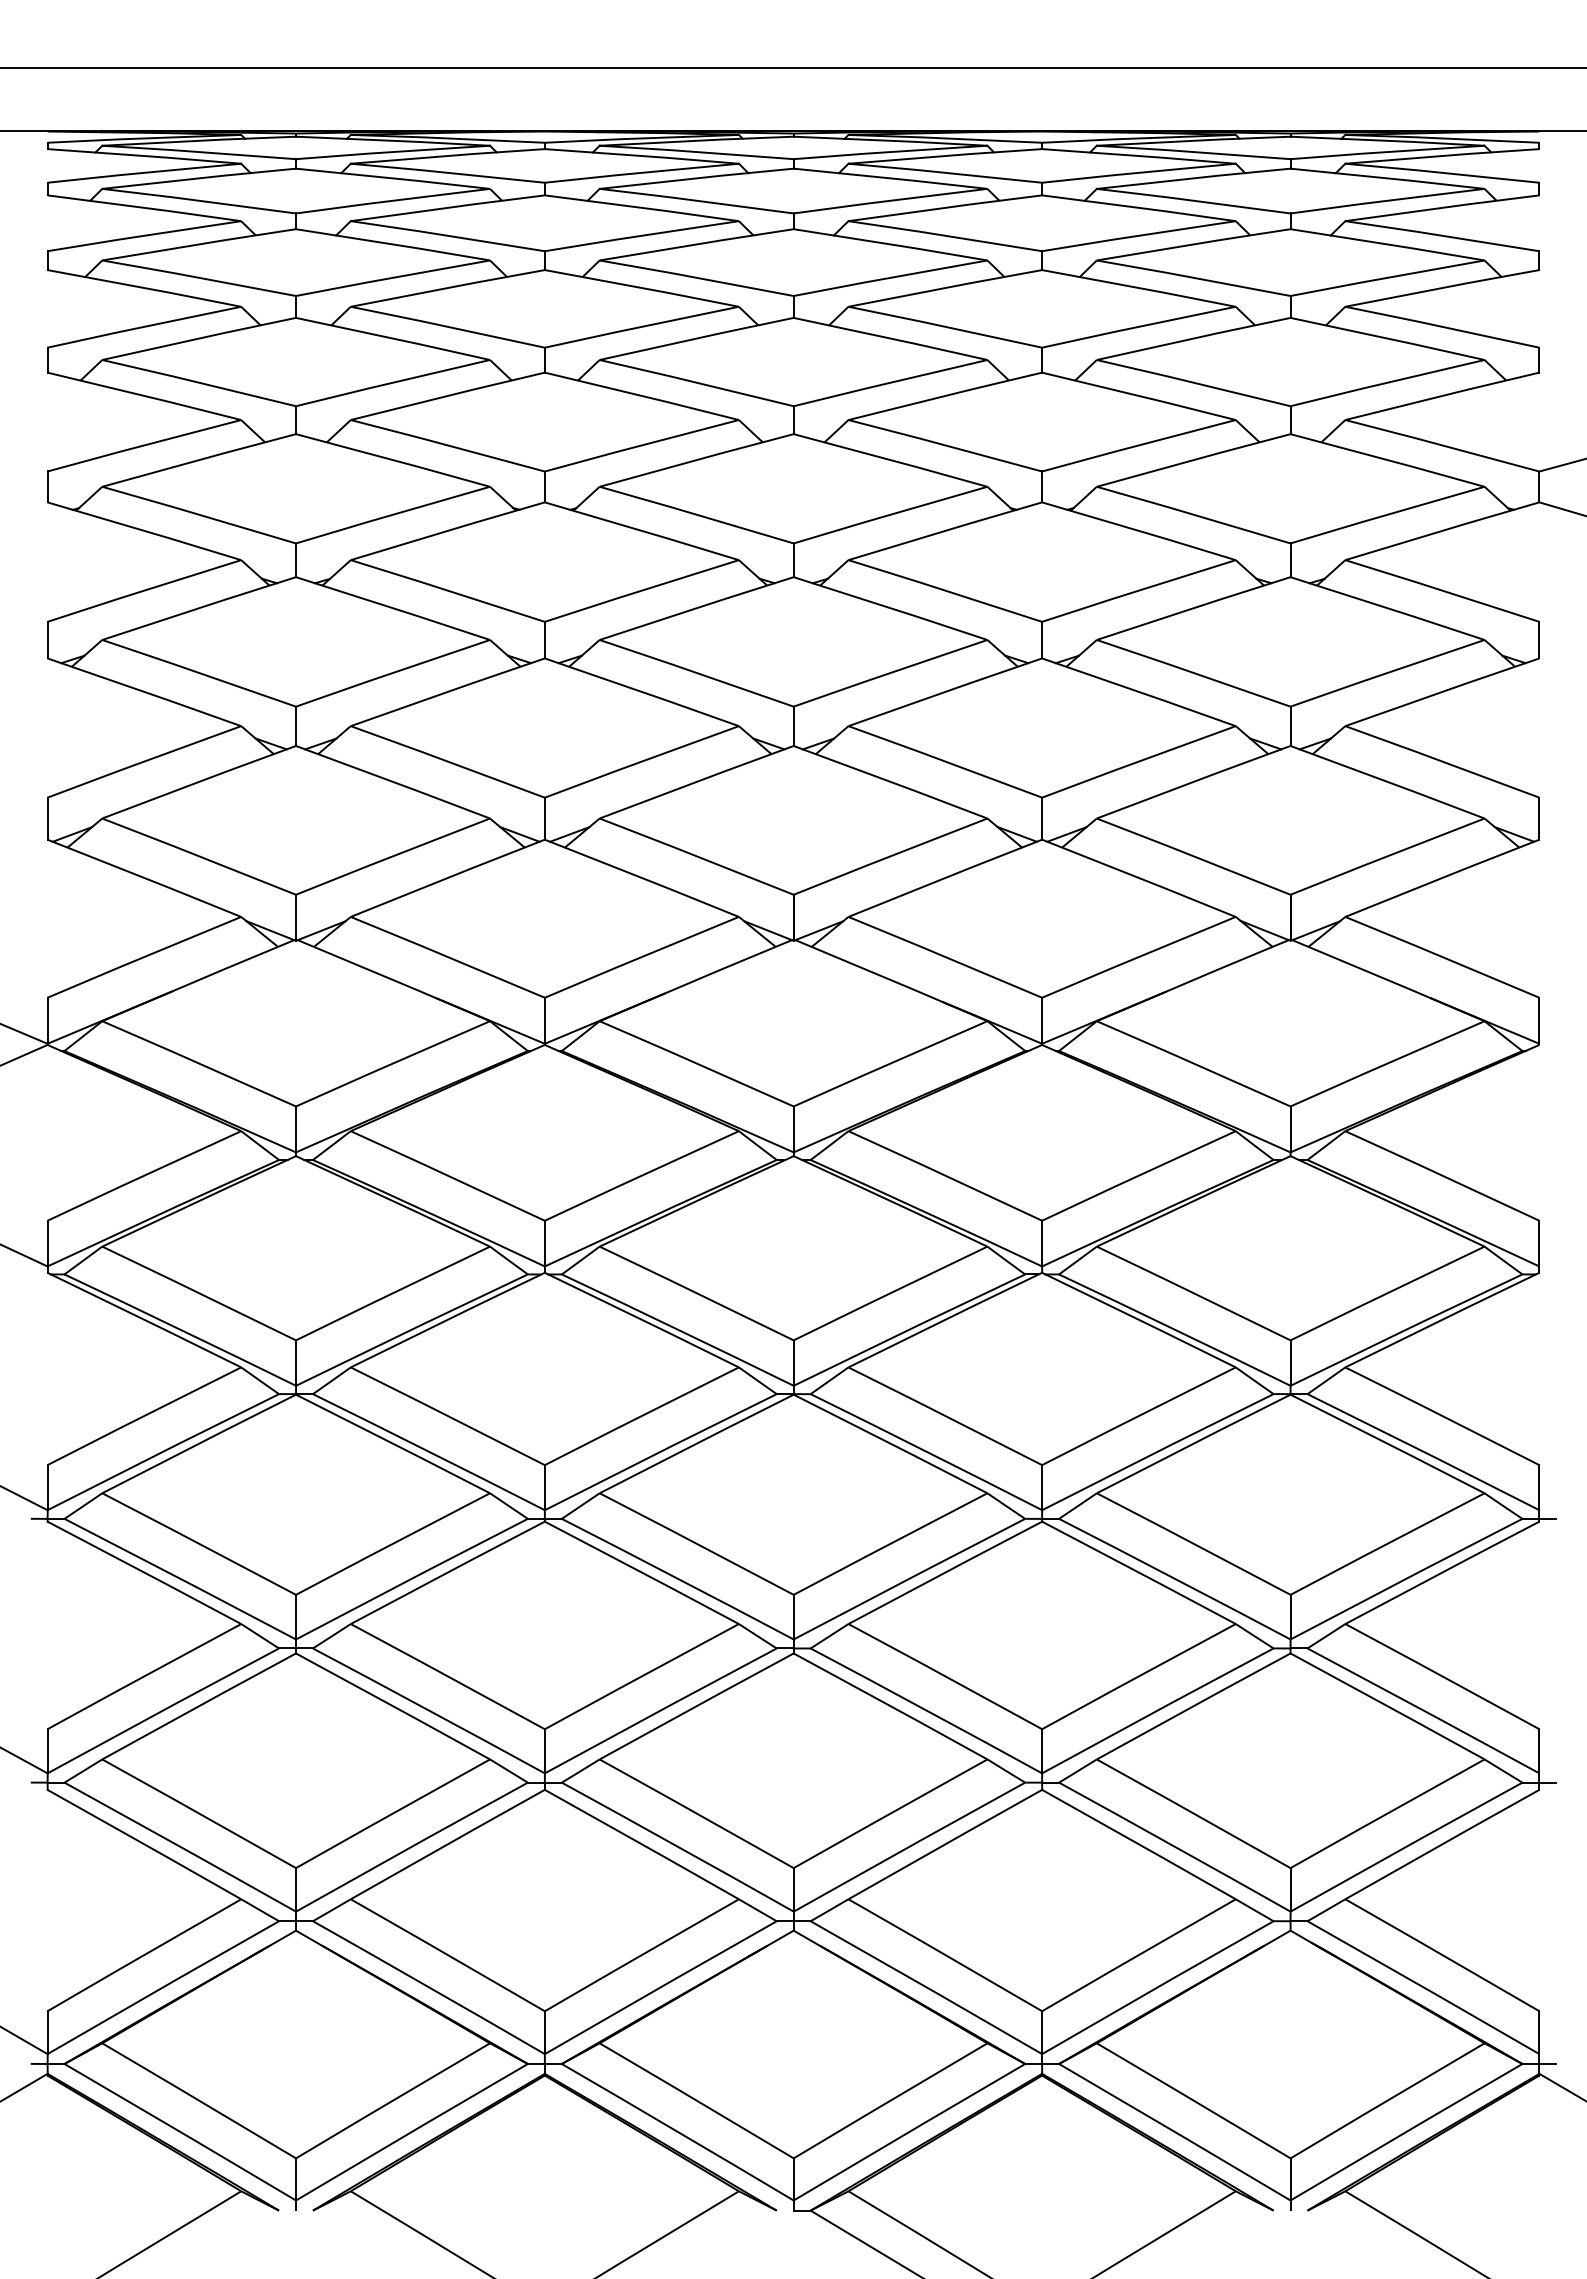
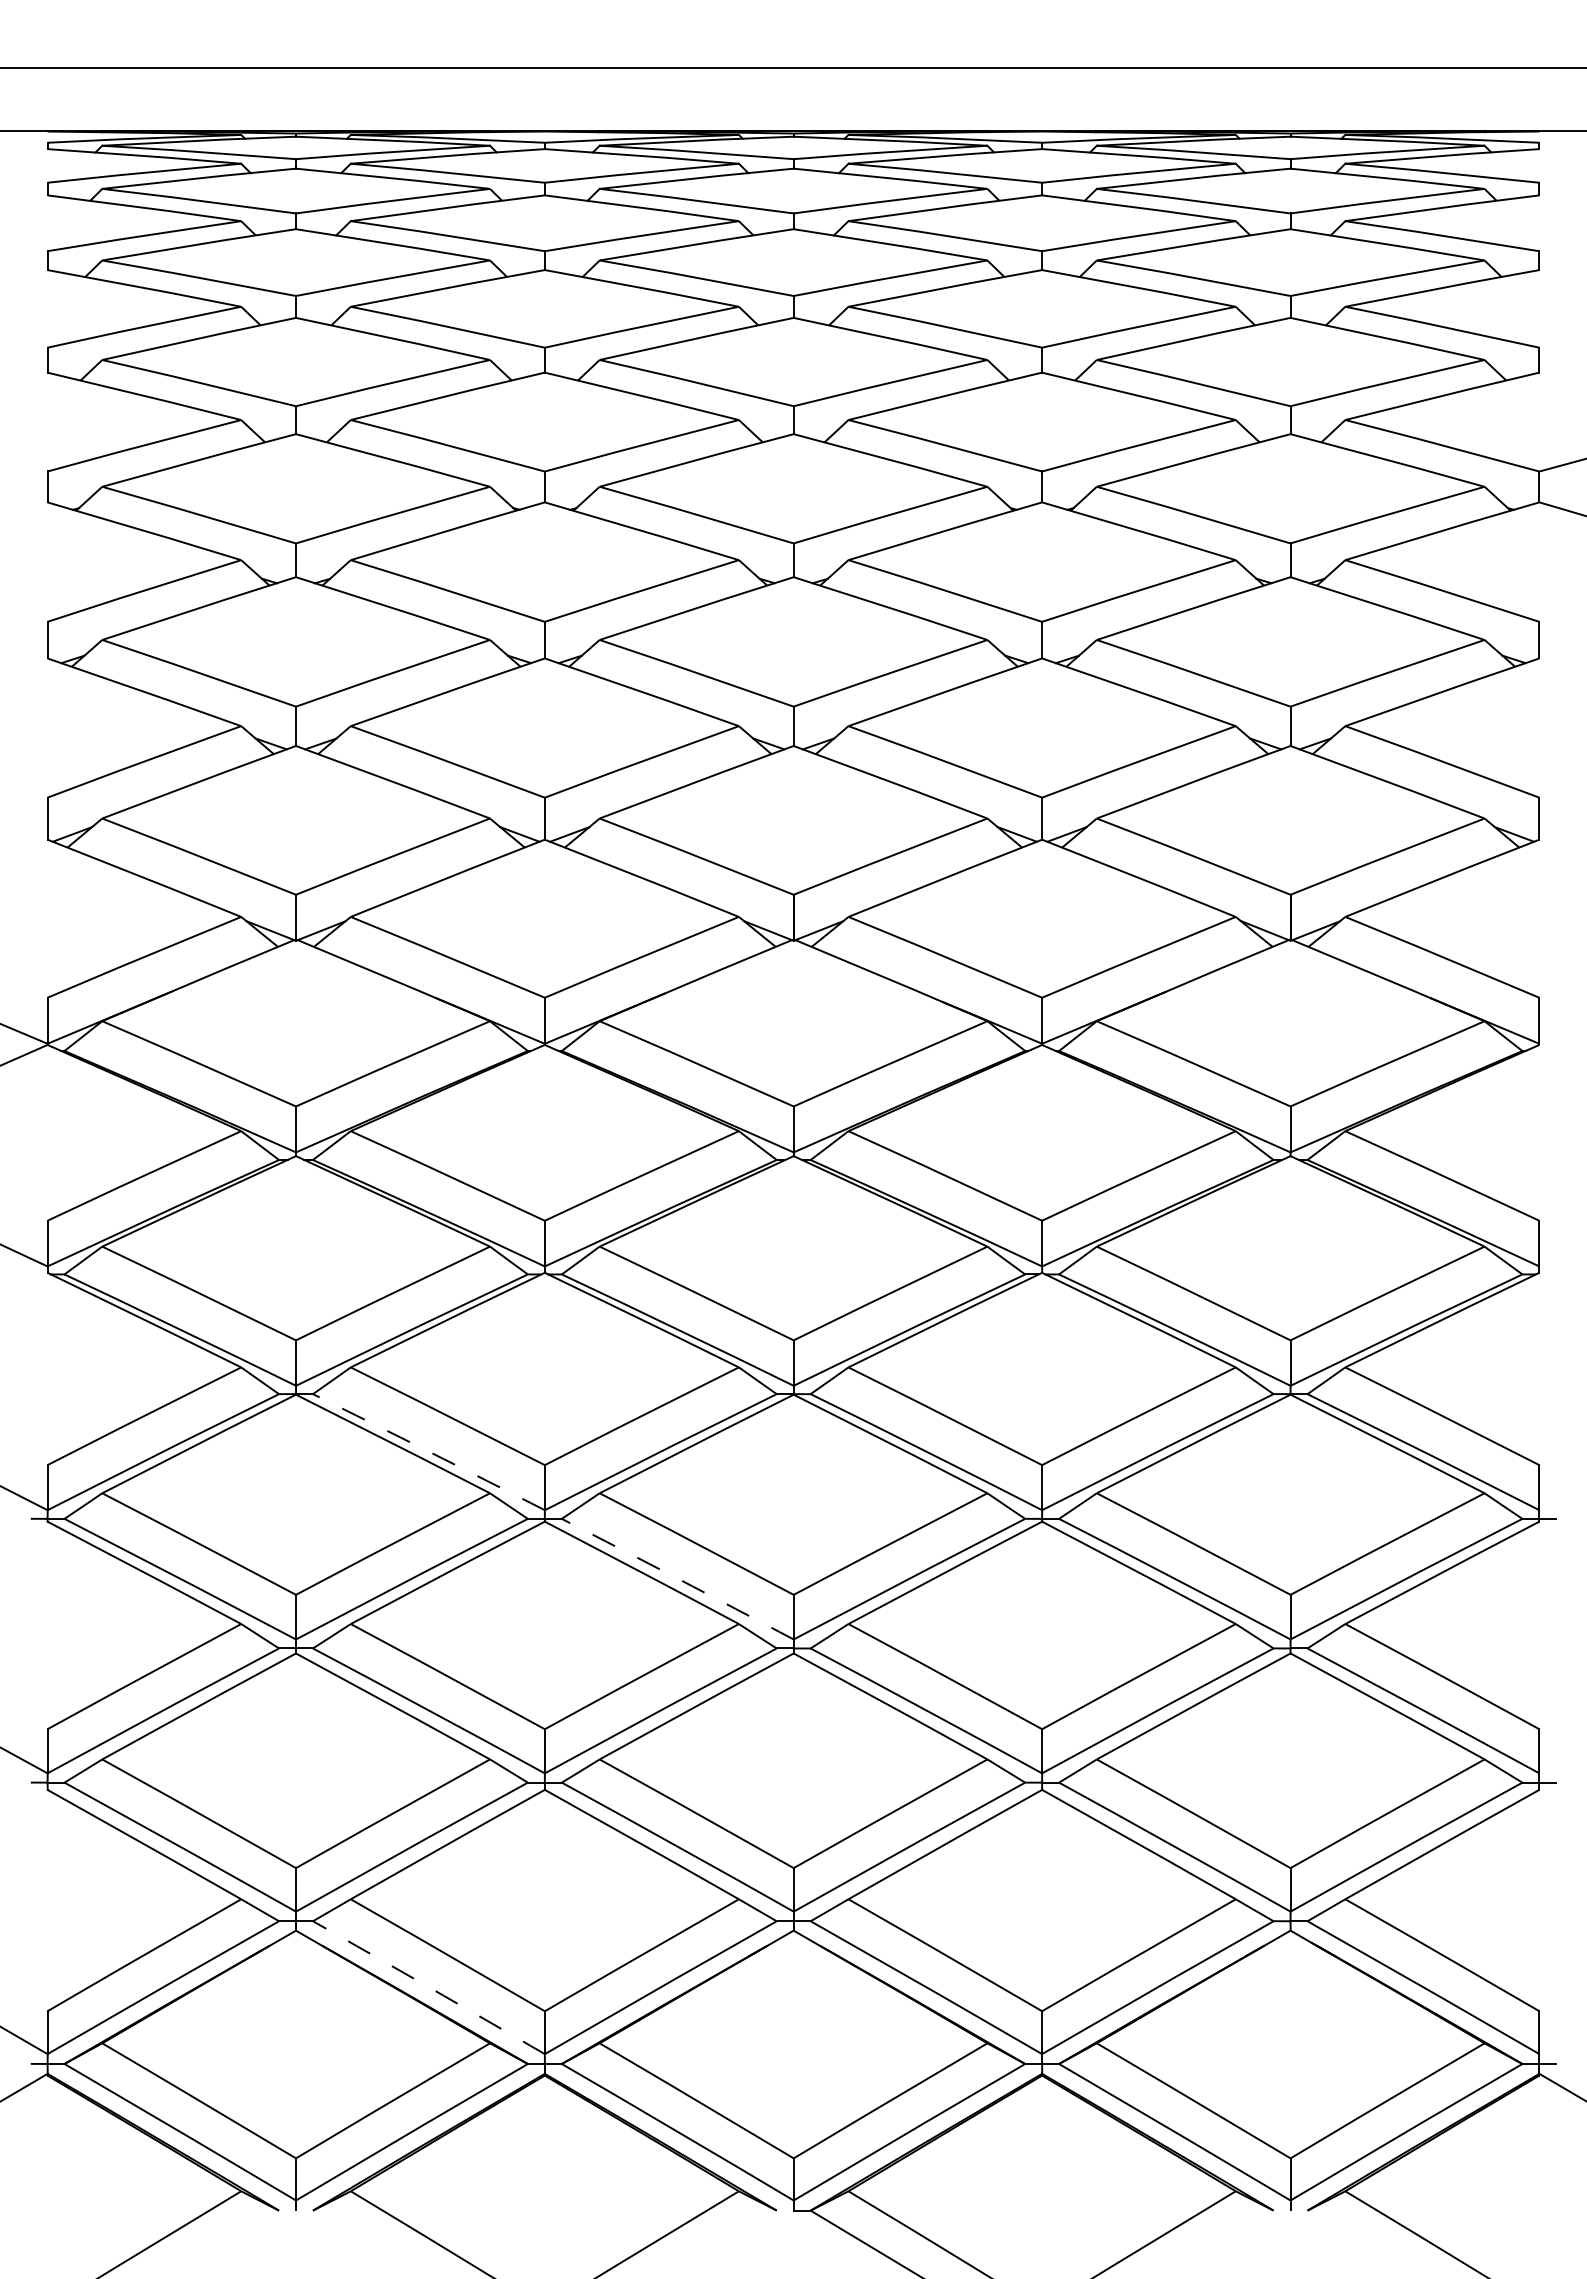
arc at (429, 1451): solid -> dashed
arc at (677, 1578): solid -> dashed
arc at (429, 1987): solid -> dashed
